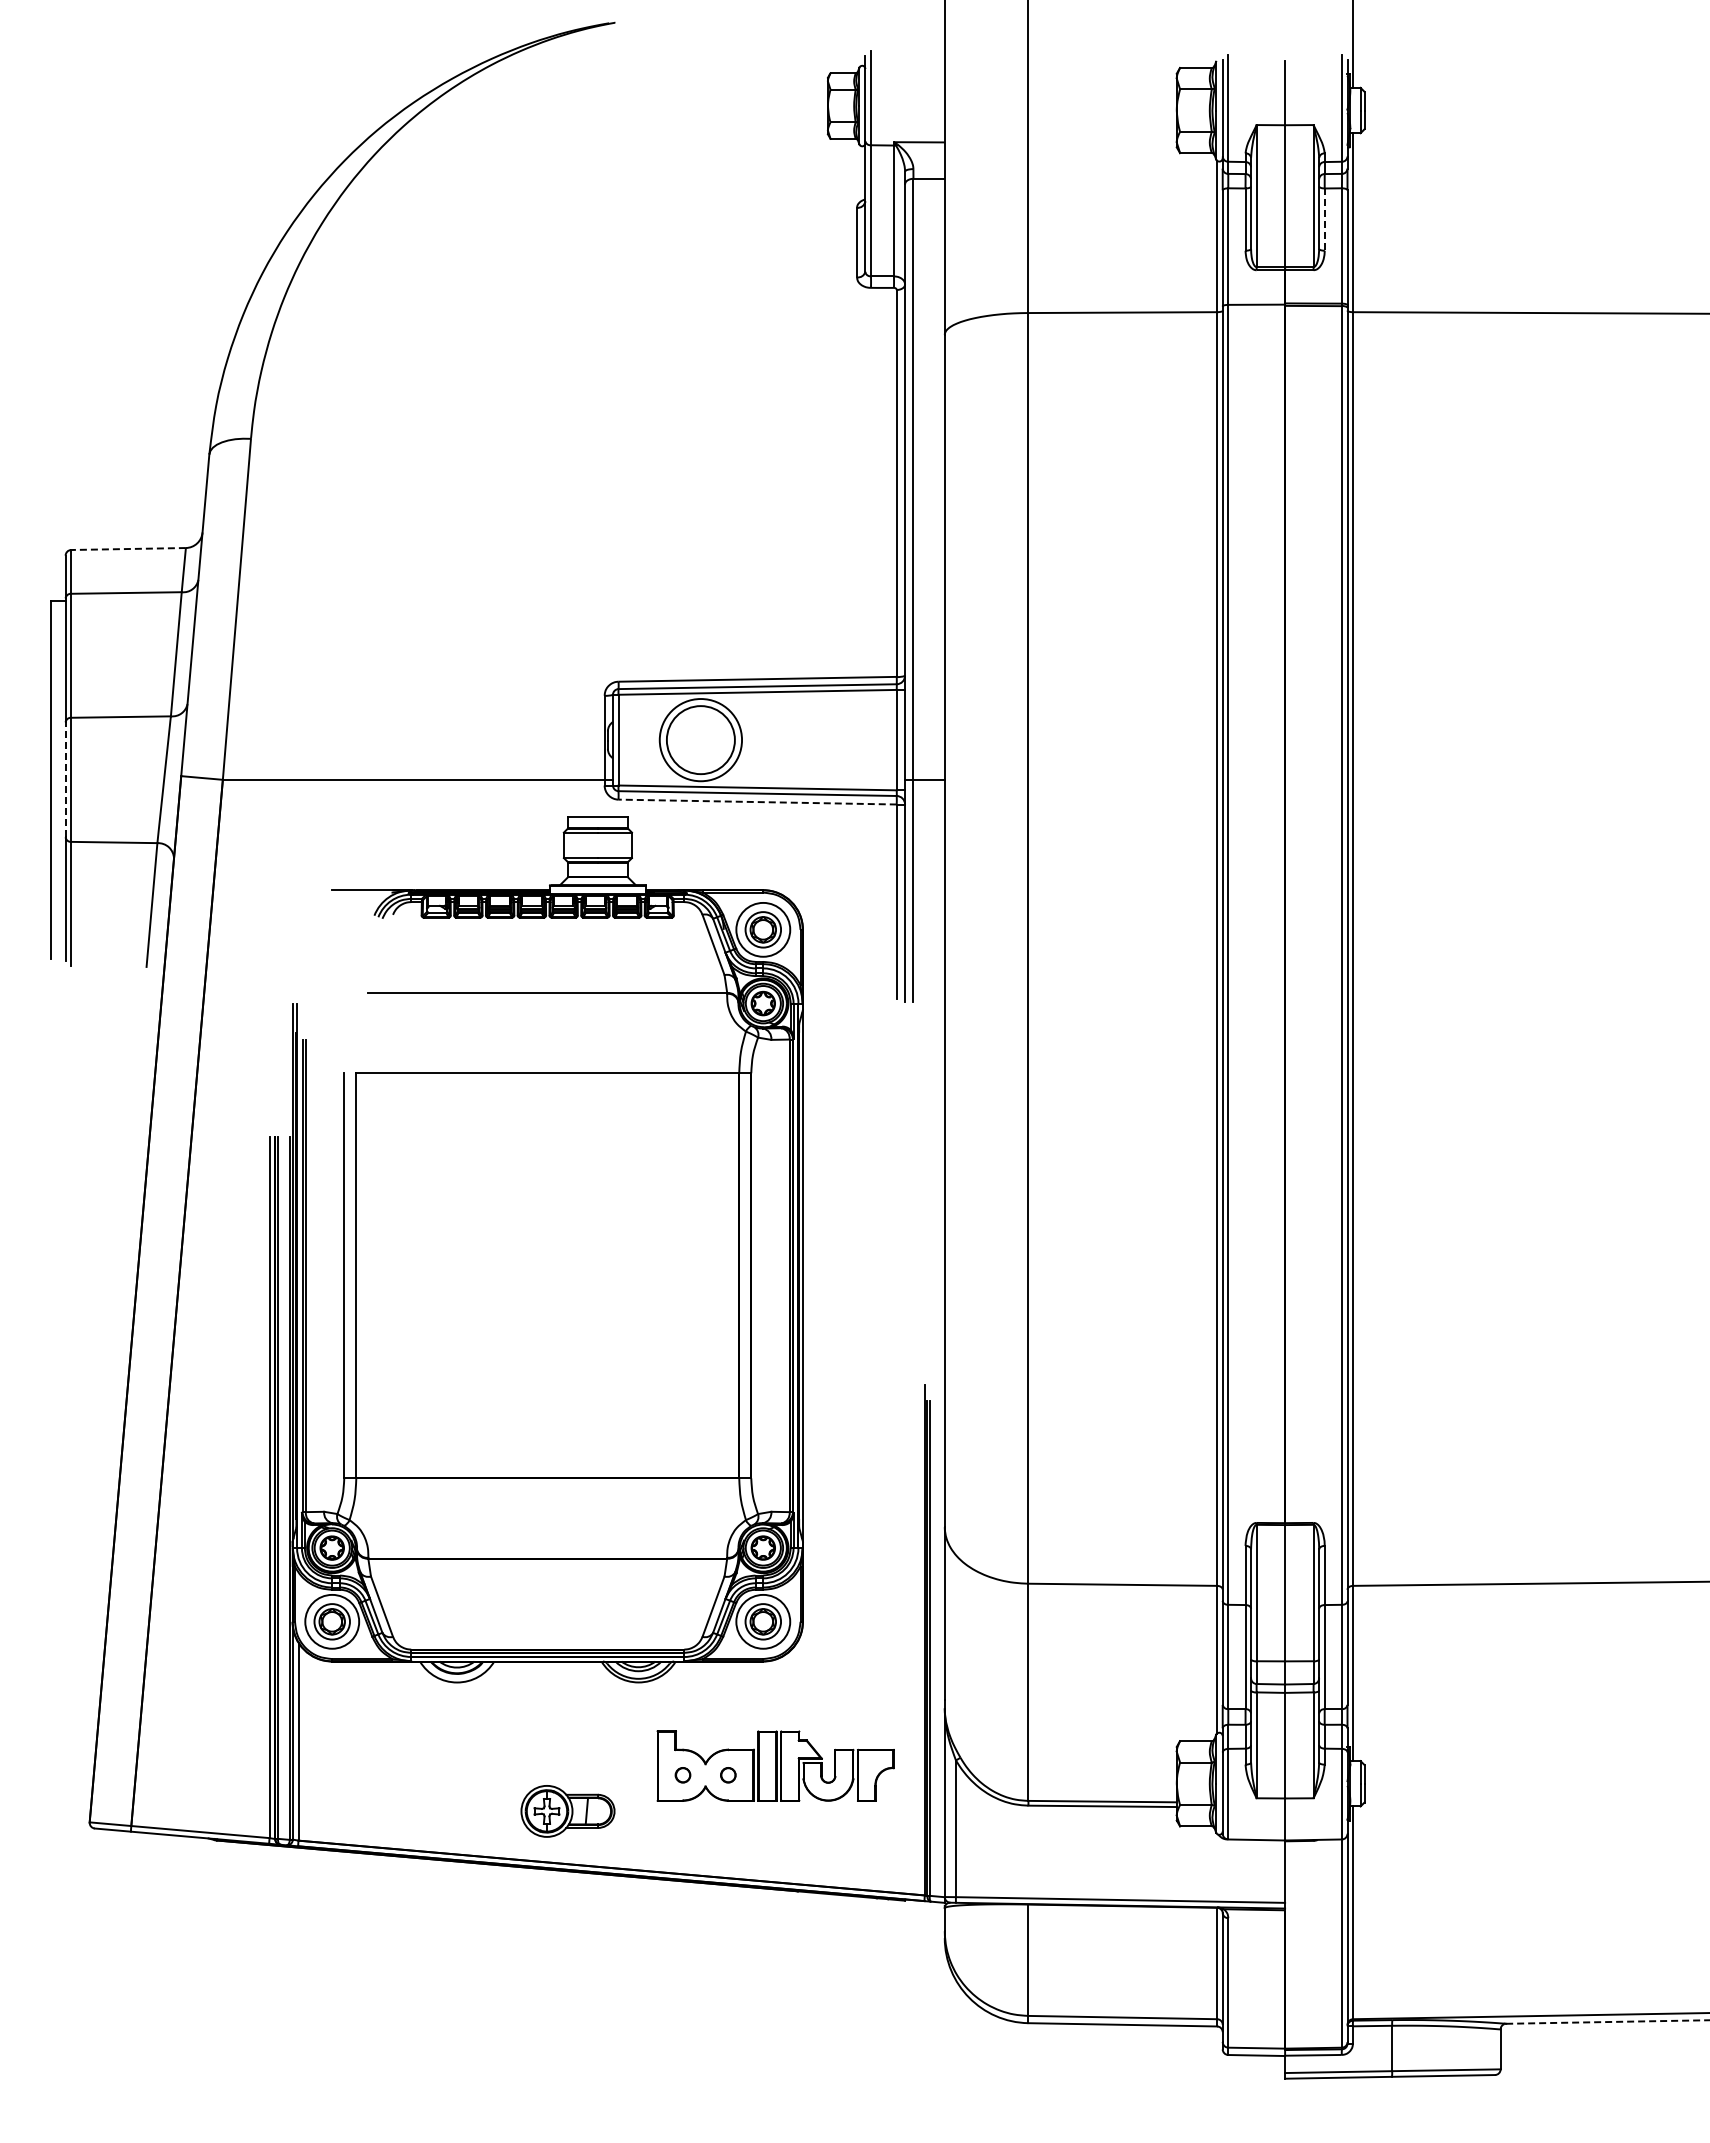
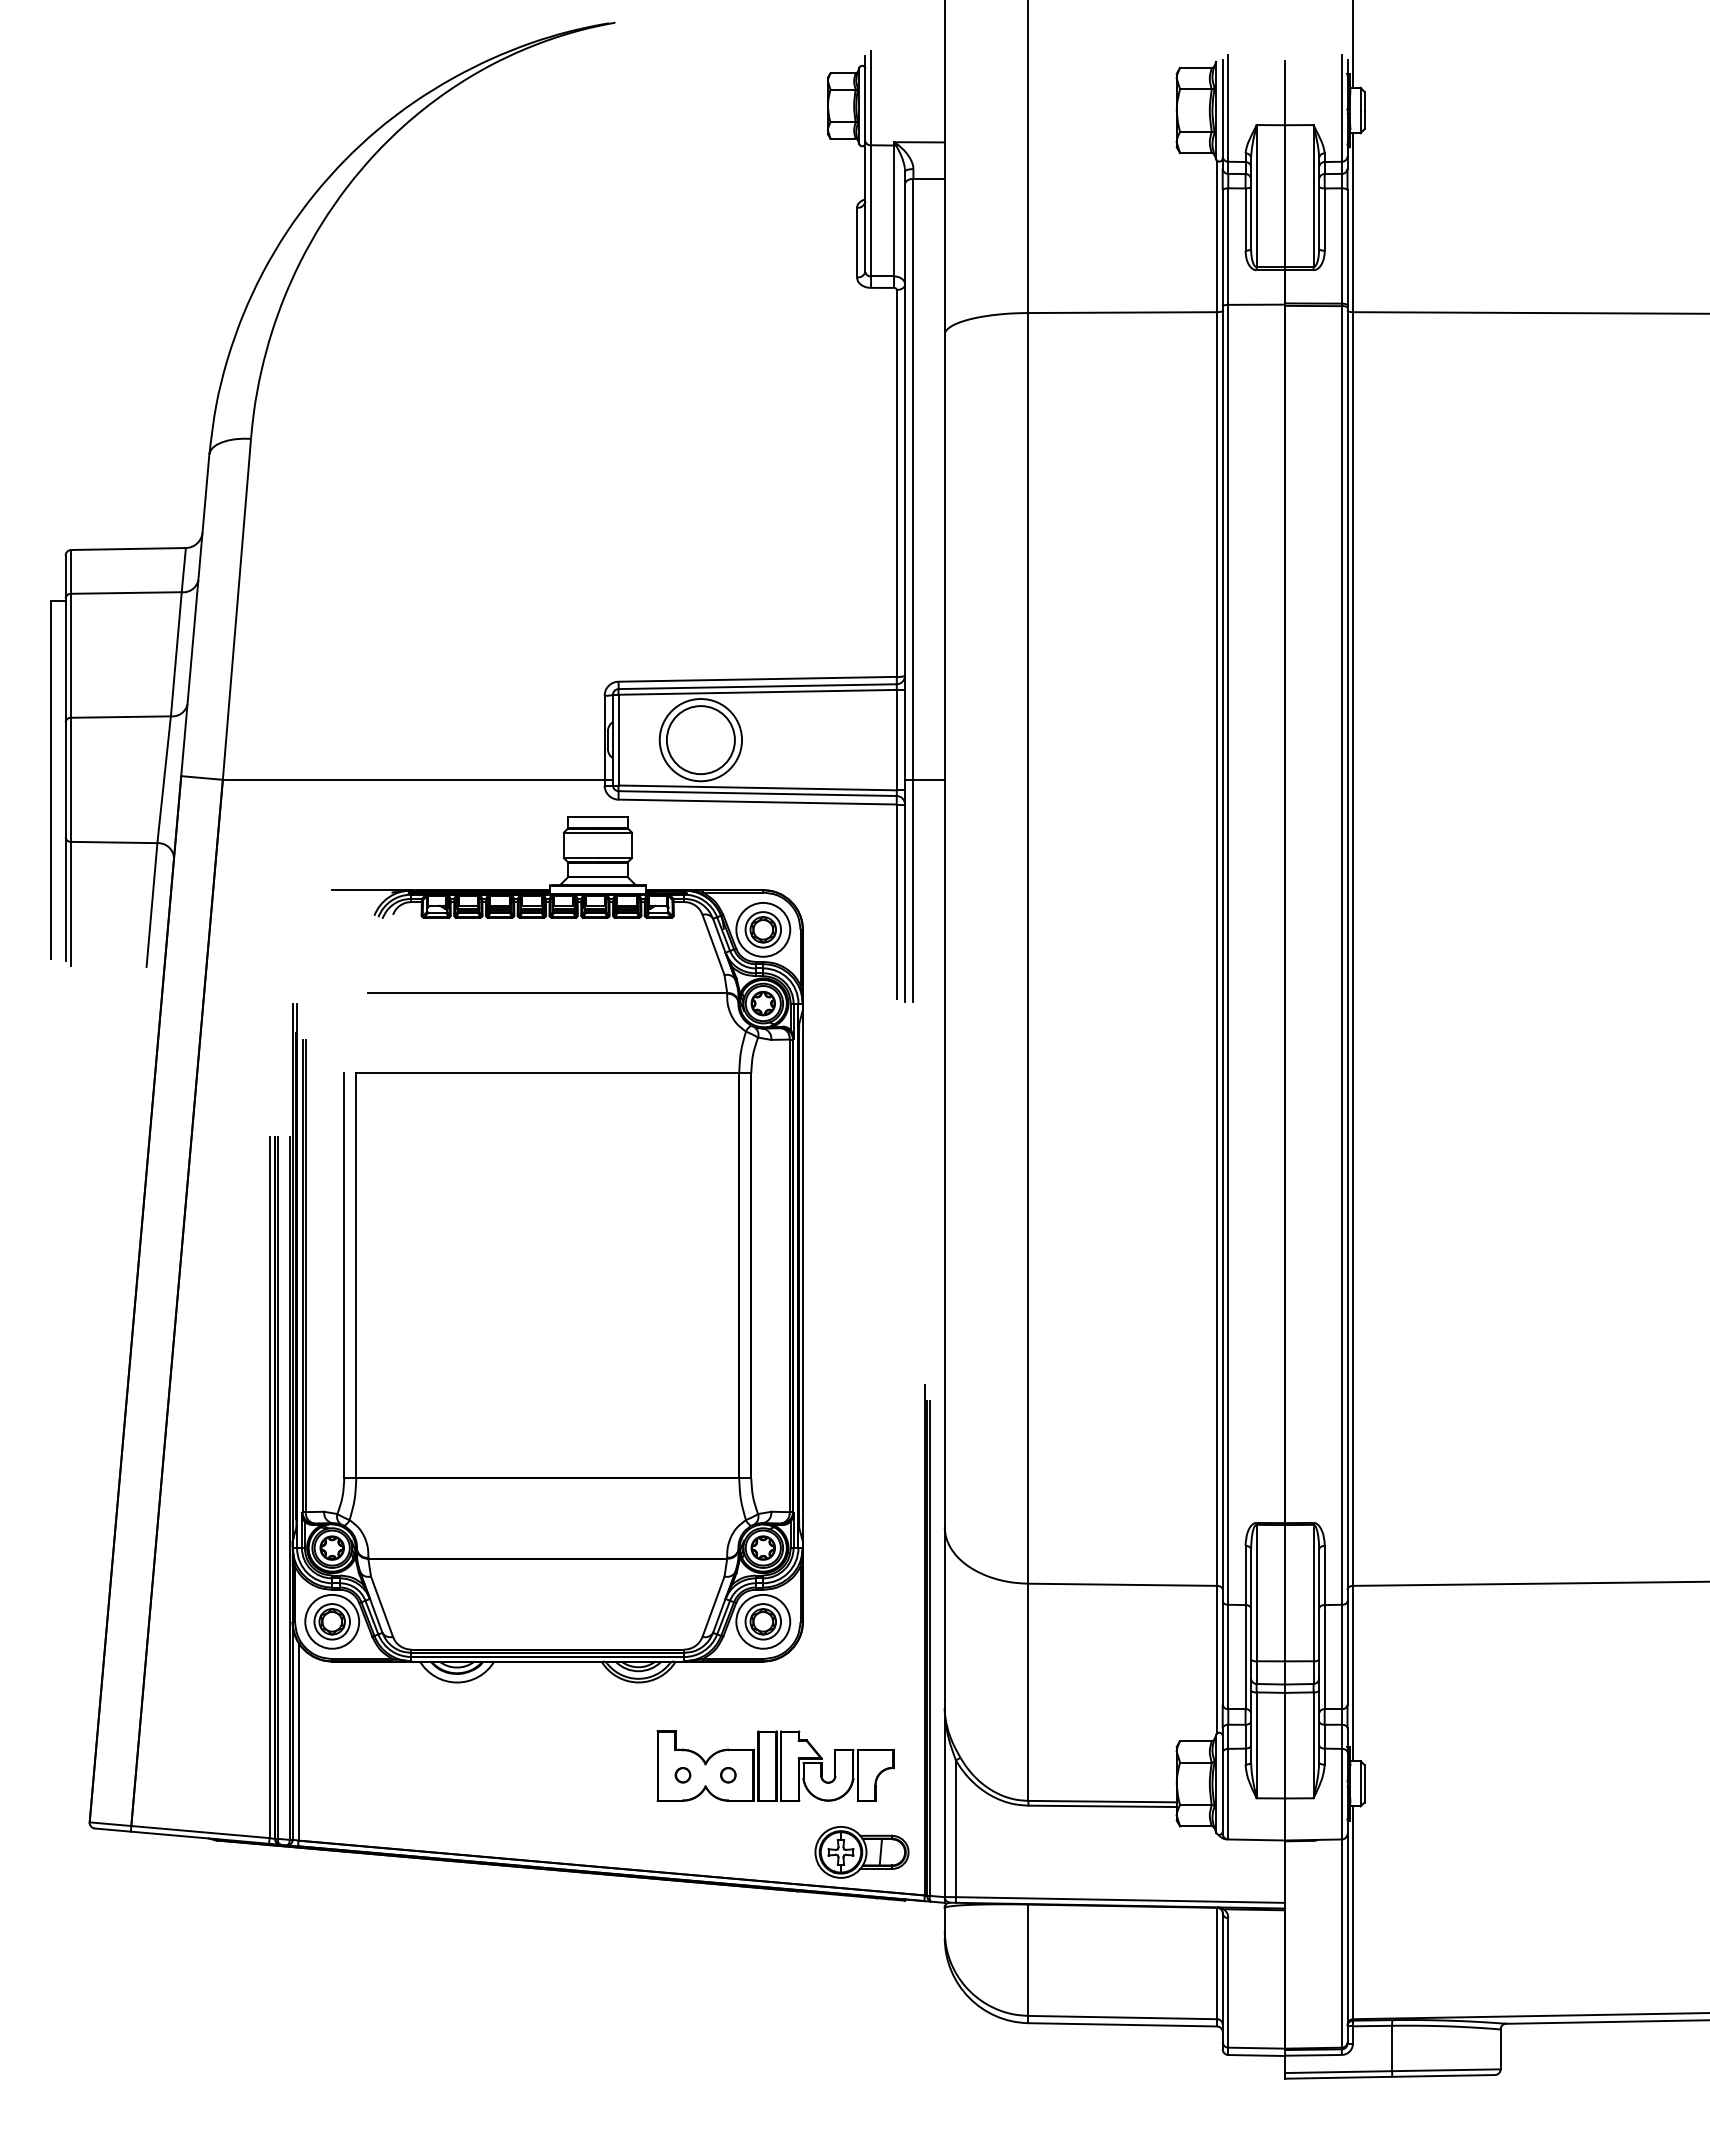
line at (1324, 220): dashed -> solid
line at (128, 549): dashed -> solid
line at (65, 779): dashed -> solid
line at (757, 802): dashed -> solid
part at (567, 1811) position: (567, 1811) -> (861, 1852)
line at (1607, 2022): dashed -> solid
